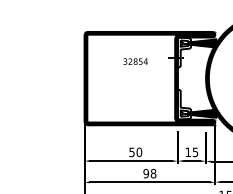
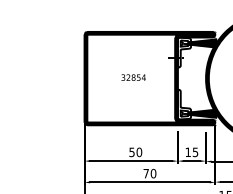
text at (135, 61) position: (135, 61) -> (133, 77)
text at (149, 173): 98 -> 70
